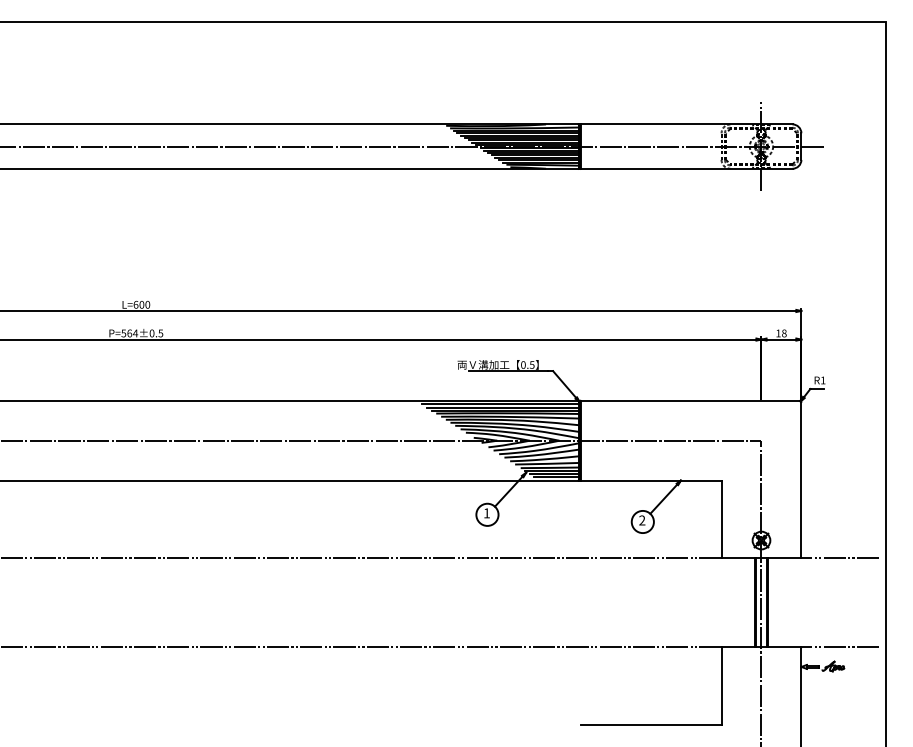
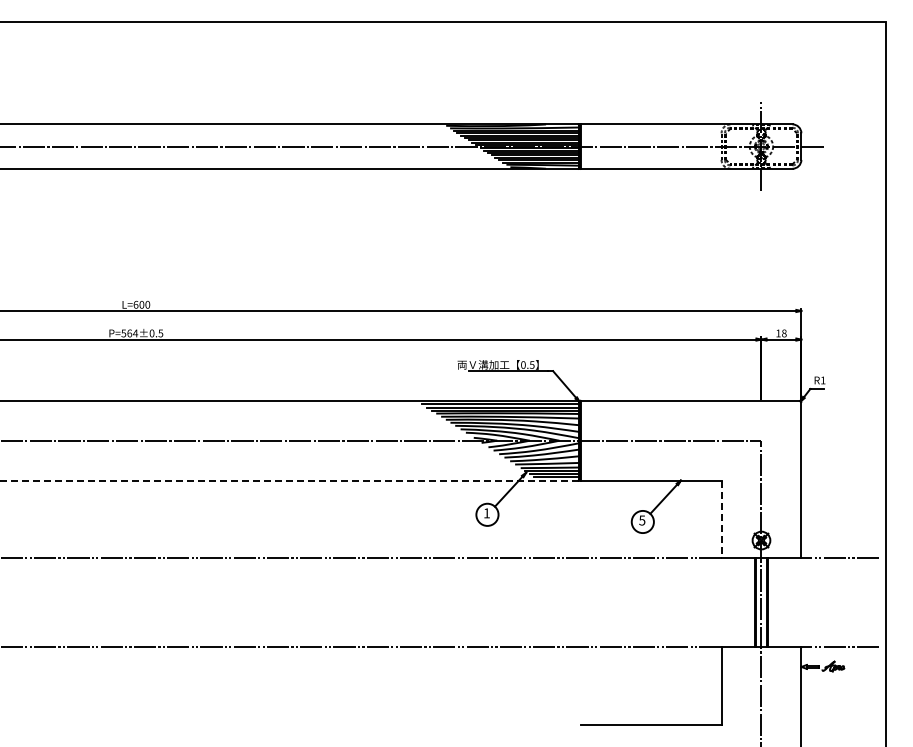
line at (289, 480): solid -> dashed
line at (721, 519): solid -> dashed
text at (642, 520): 2 -> 5
